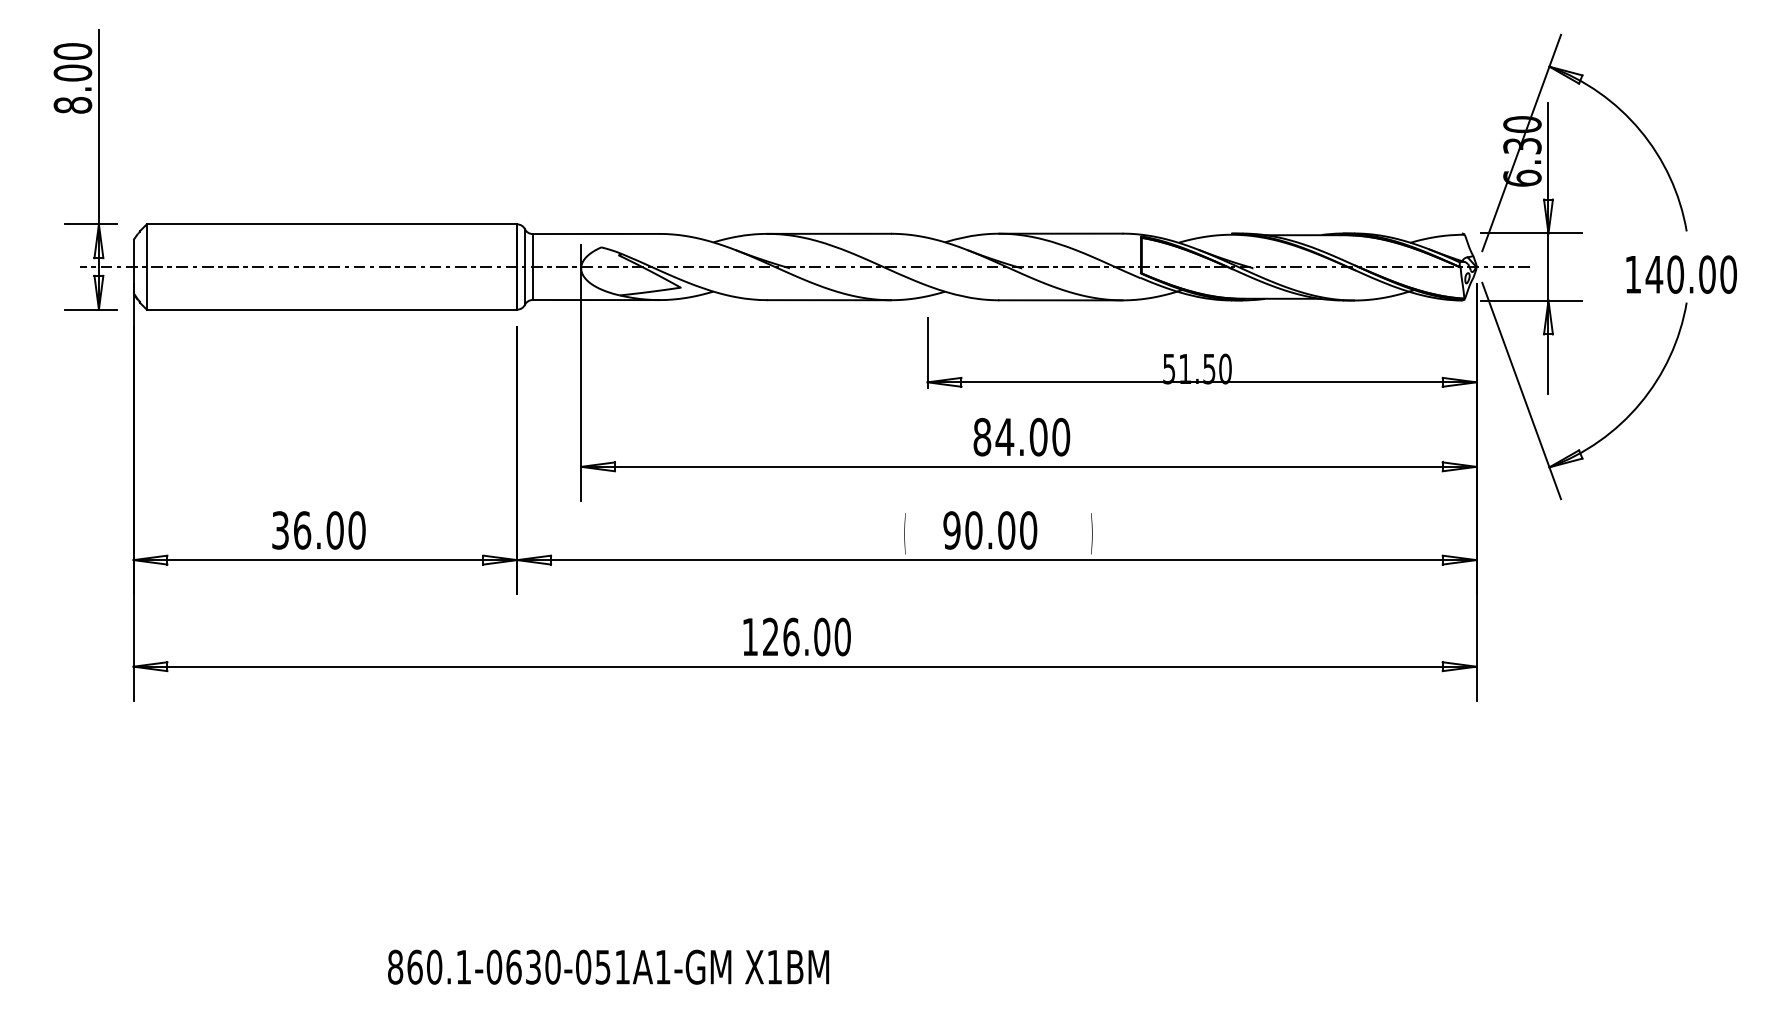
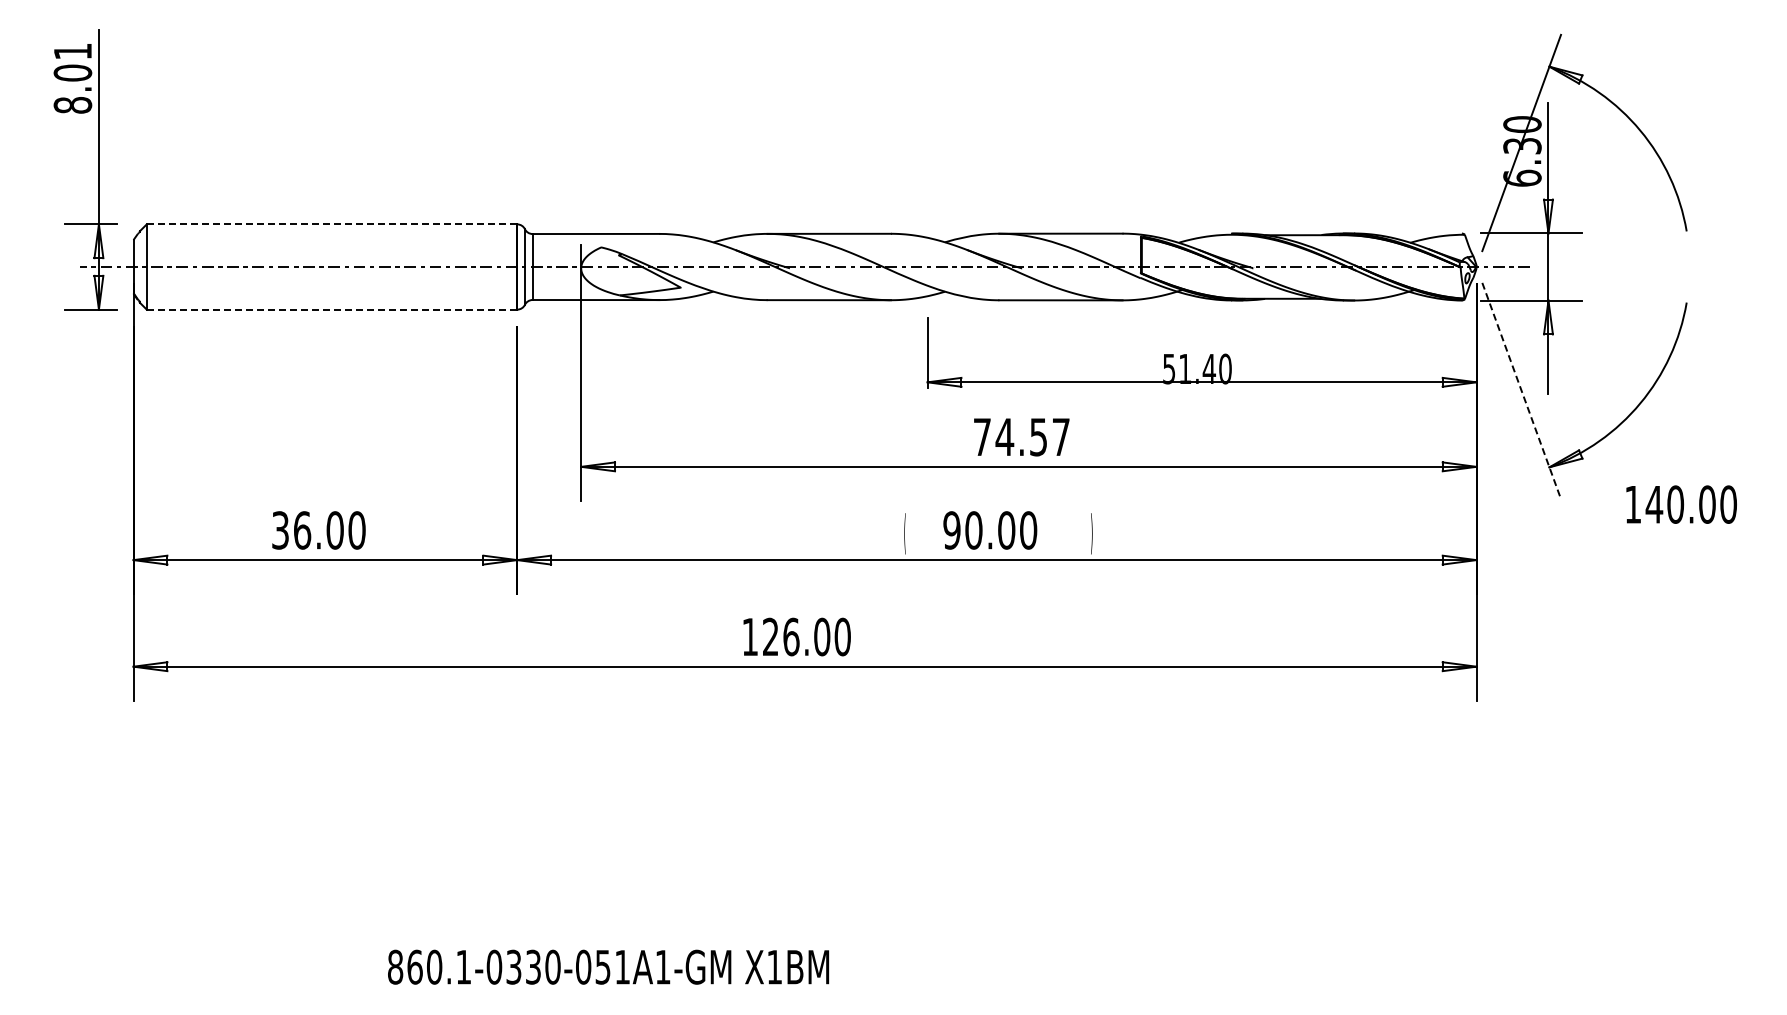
text at (72, 51): 8.00 -> 8.01
line at (331, 224): solid -> dashed
text at (1681, 274) position: (1681, 274) -> (1681, 504)
line at (332, 309): solid -> dashed
text at (1208, 369): 51.50 -> 51.40
line at (1521, 391): solid -> dashed
text at (1021, 436): 84.00 -> 74.57
text at (513, 966): 860.1-0630-051A1-GM -> 860.1-0330-051A1-GM
